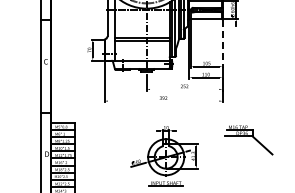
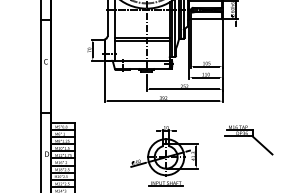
line at (222, 43): dashed -> solid
line at (184, 89): none -> present
line at (163, 101): none -> present
